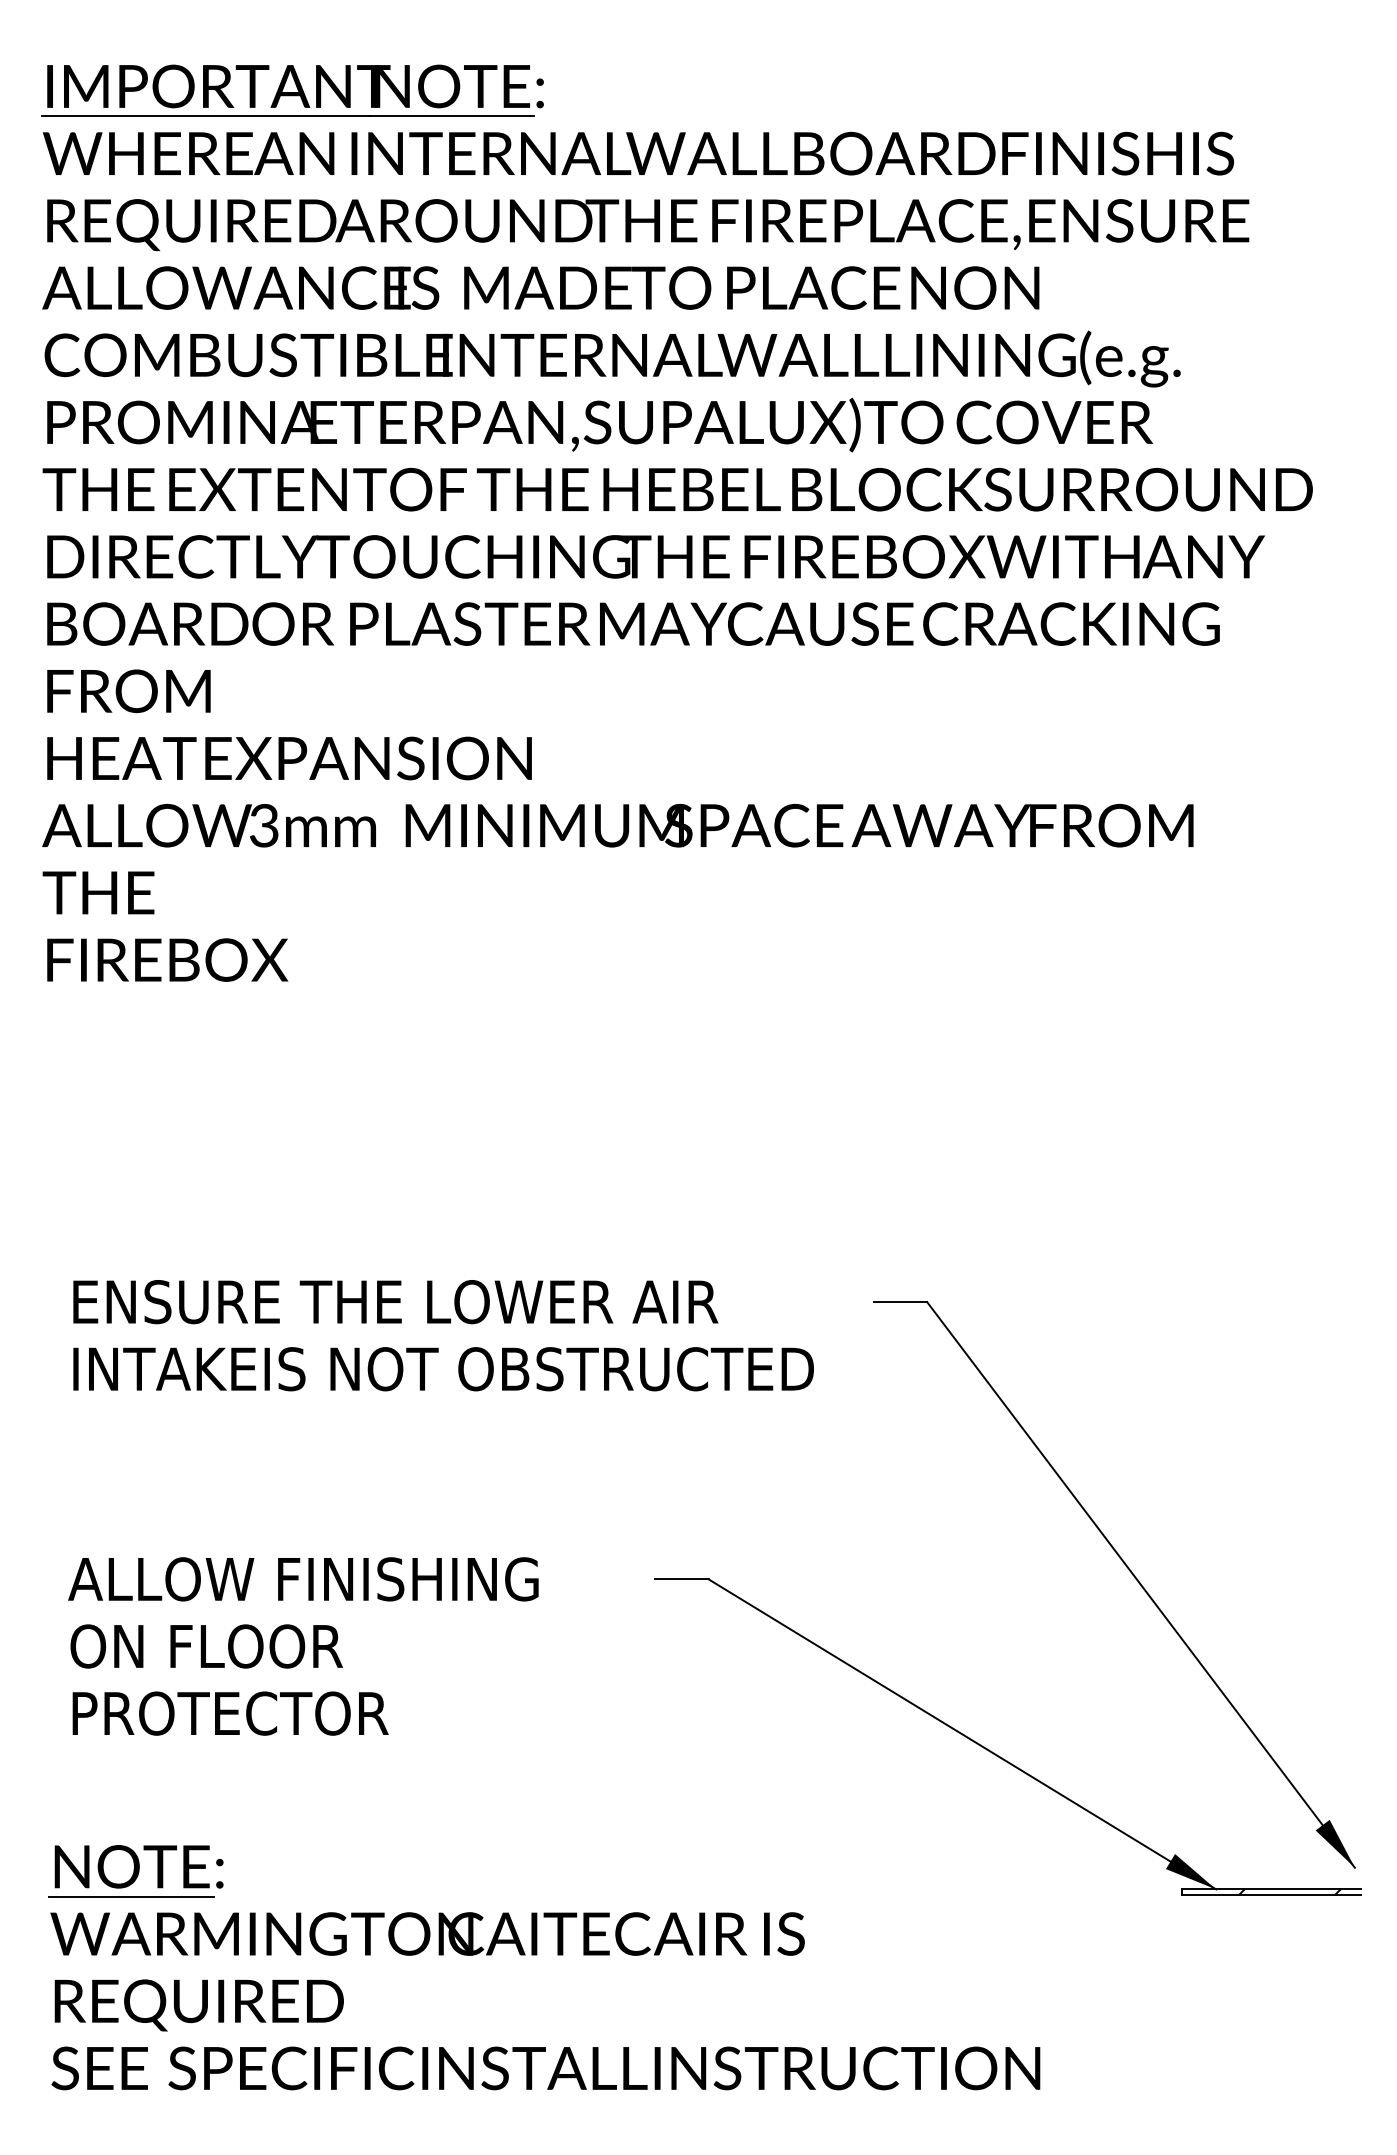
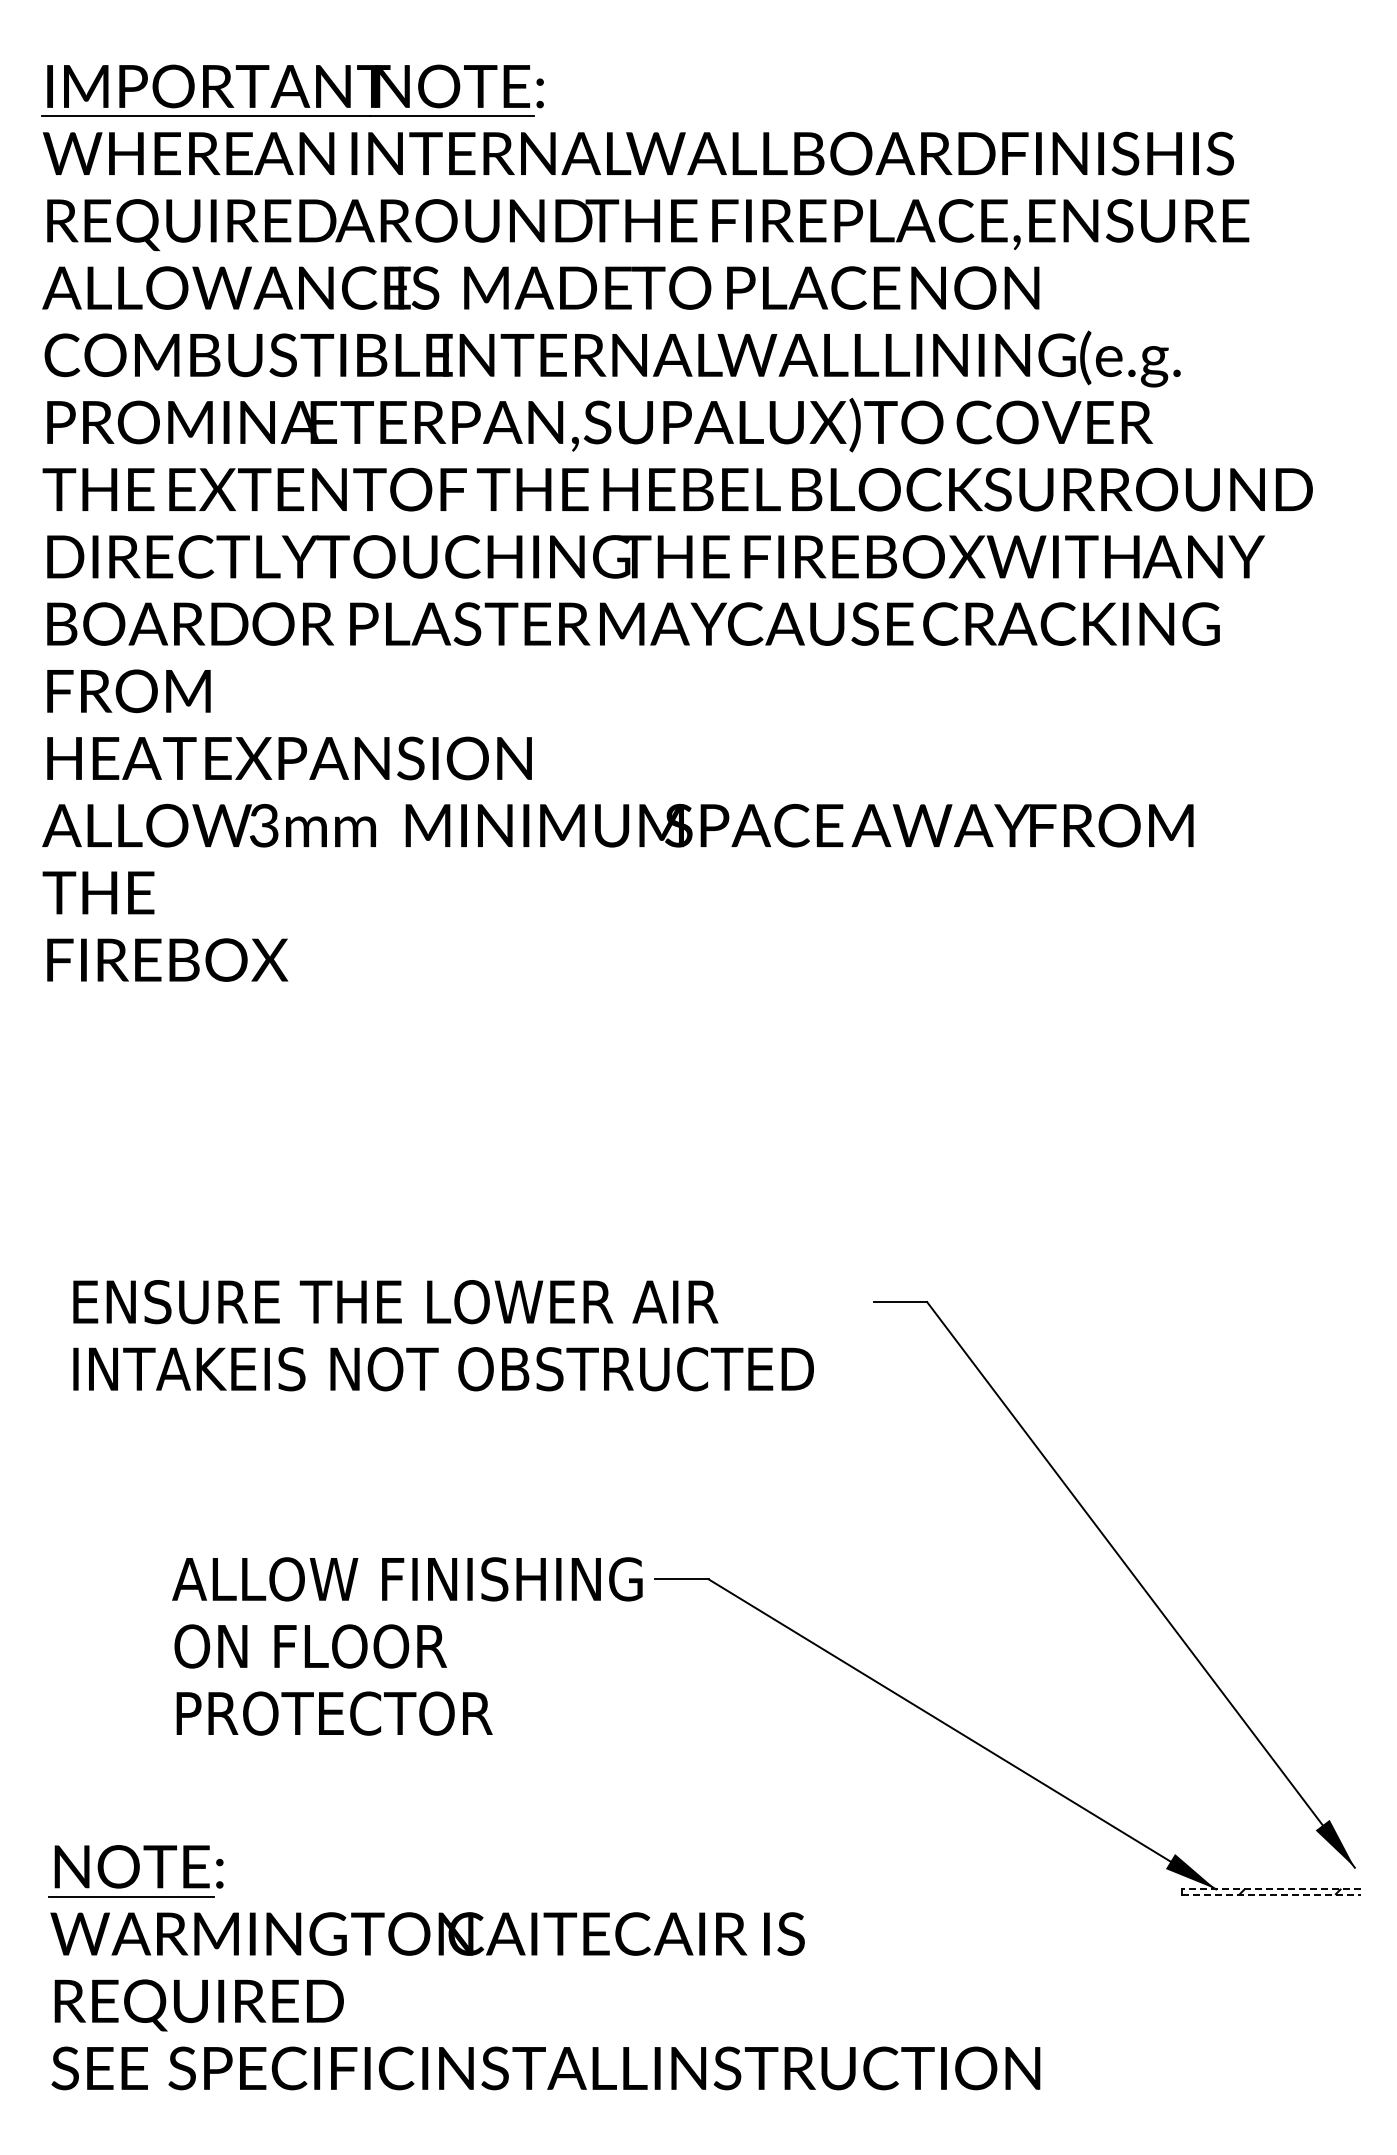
text at (303, 1646) position: (303, 1646) -> (407, 1646)
line at (1271, 1888): solid -> dashed
line at (1271, 1894): solid -> dashed
